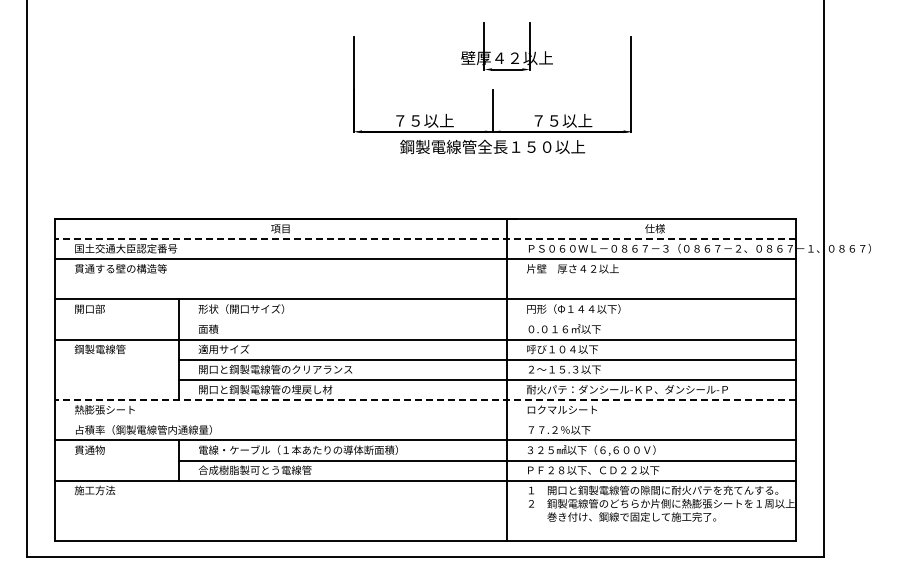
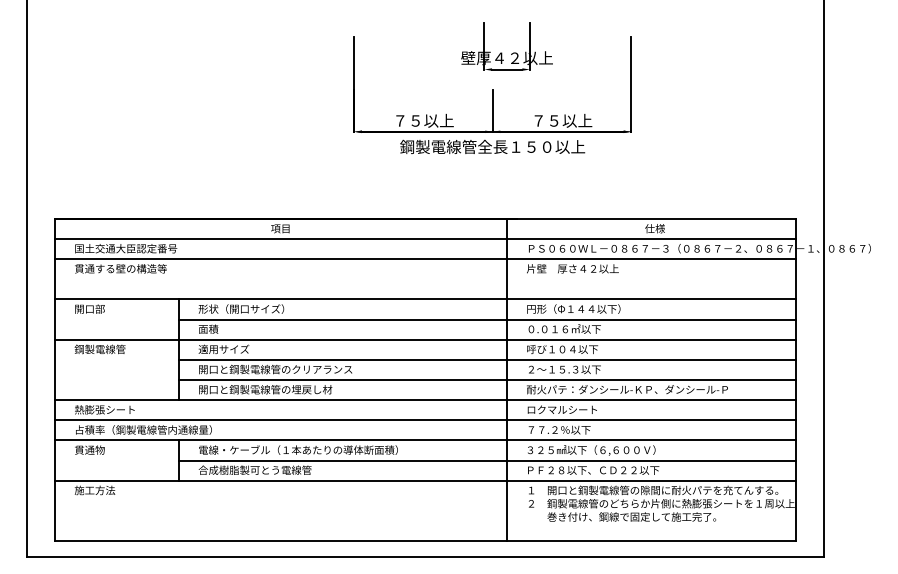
line at (425, 238): dashed -> solid
line at (486, 319): none -> present
line at (425, 400): dashed -> solid
line at (424, 420): none -> present
